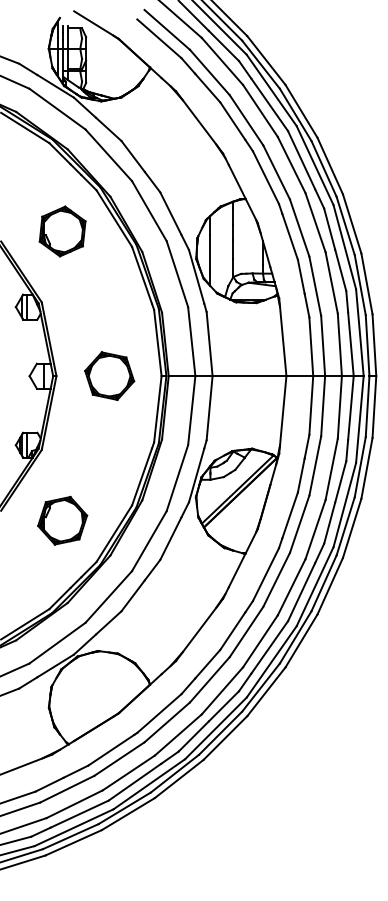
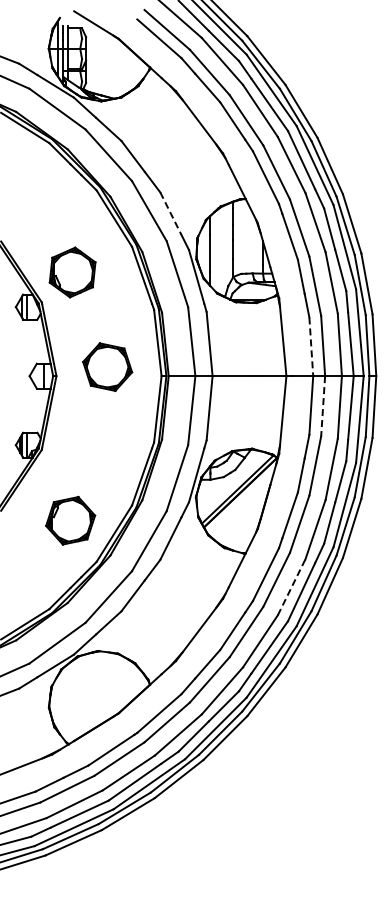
line at (170, 213): solid -> dashed
part at (62, 231) position: (62, 231) -> (72, 272)
line at (311, 347): solid -> dashed
part at (109, 375) position: (109, 375) -> (107, 366)
line at (323, 406): solid -> dashed
part at (62, 520) position: (62, 520) -> (70, 520)
line at (291, 586): solid -> dashed
